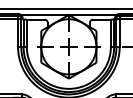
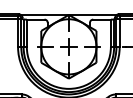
line at (65, 8): present -> none
